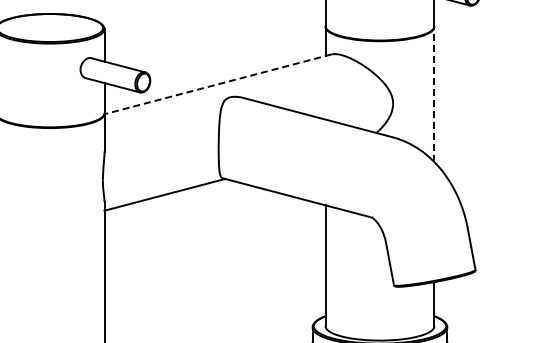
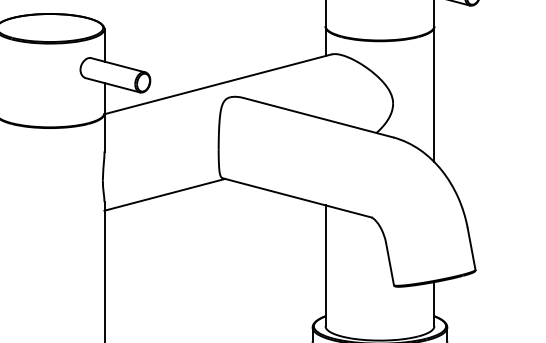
line at (217, 84): dashed -> solid
line at (434, 94): dashed -> solid
